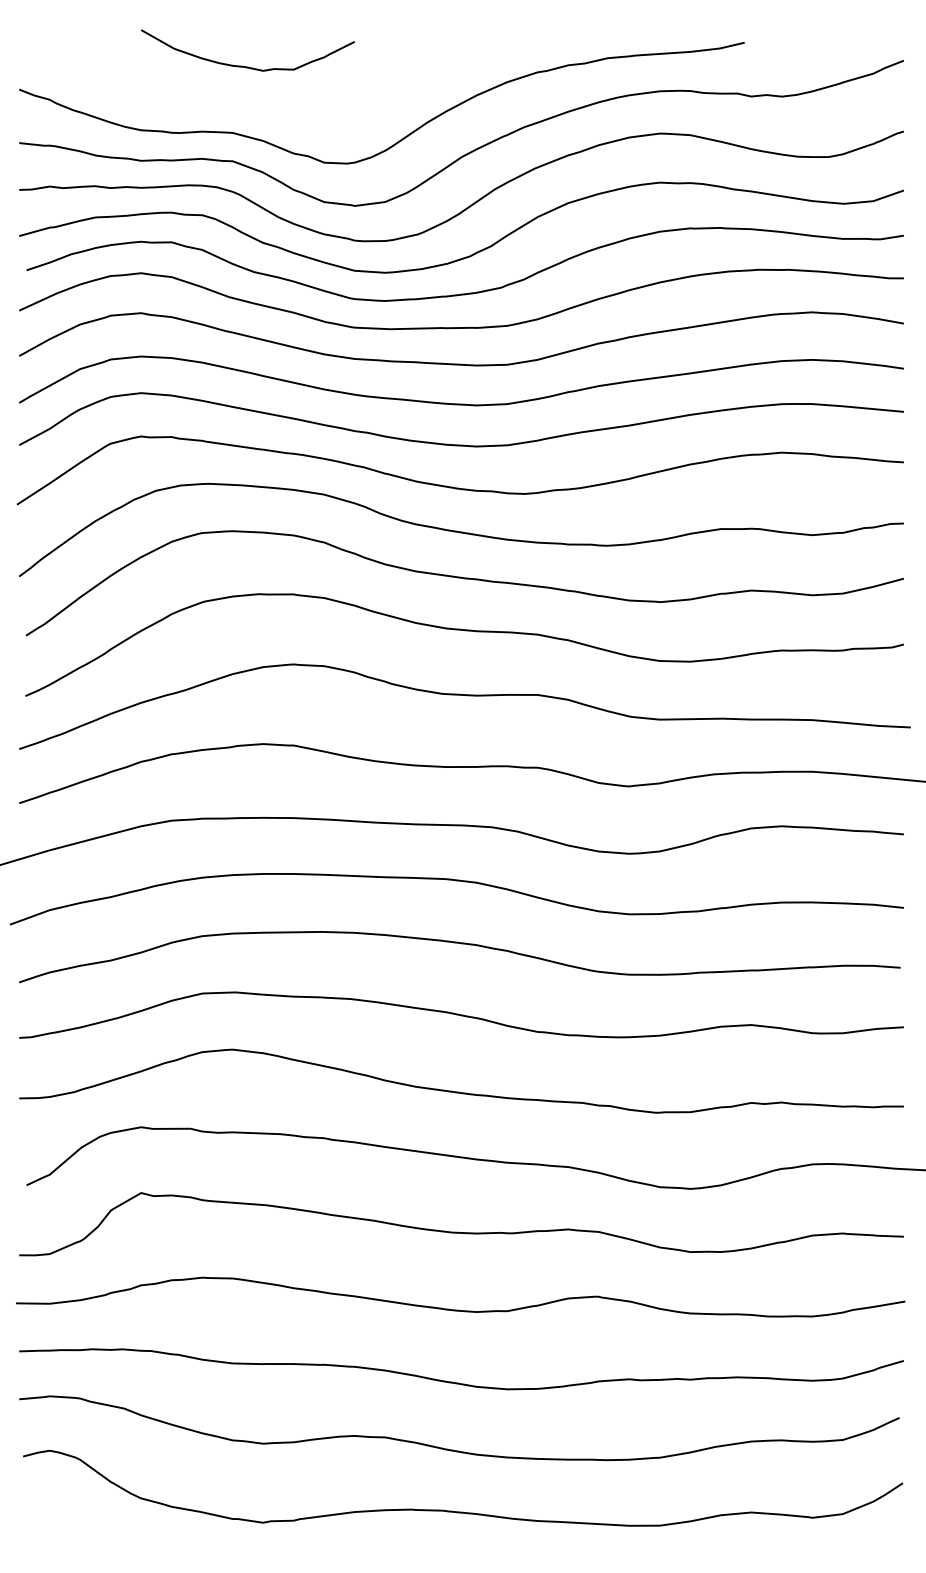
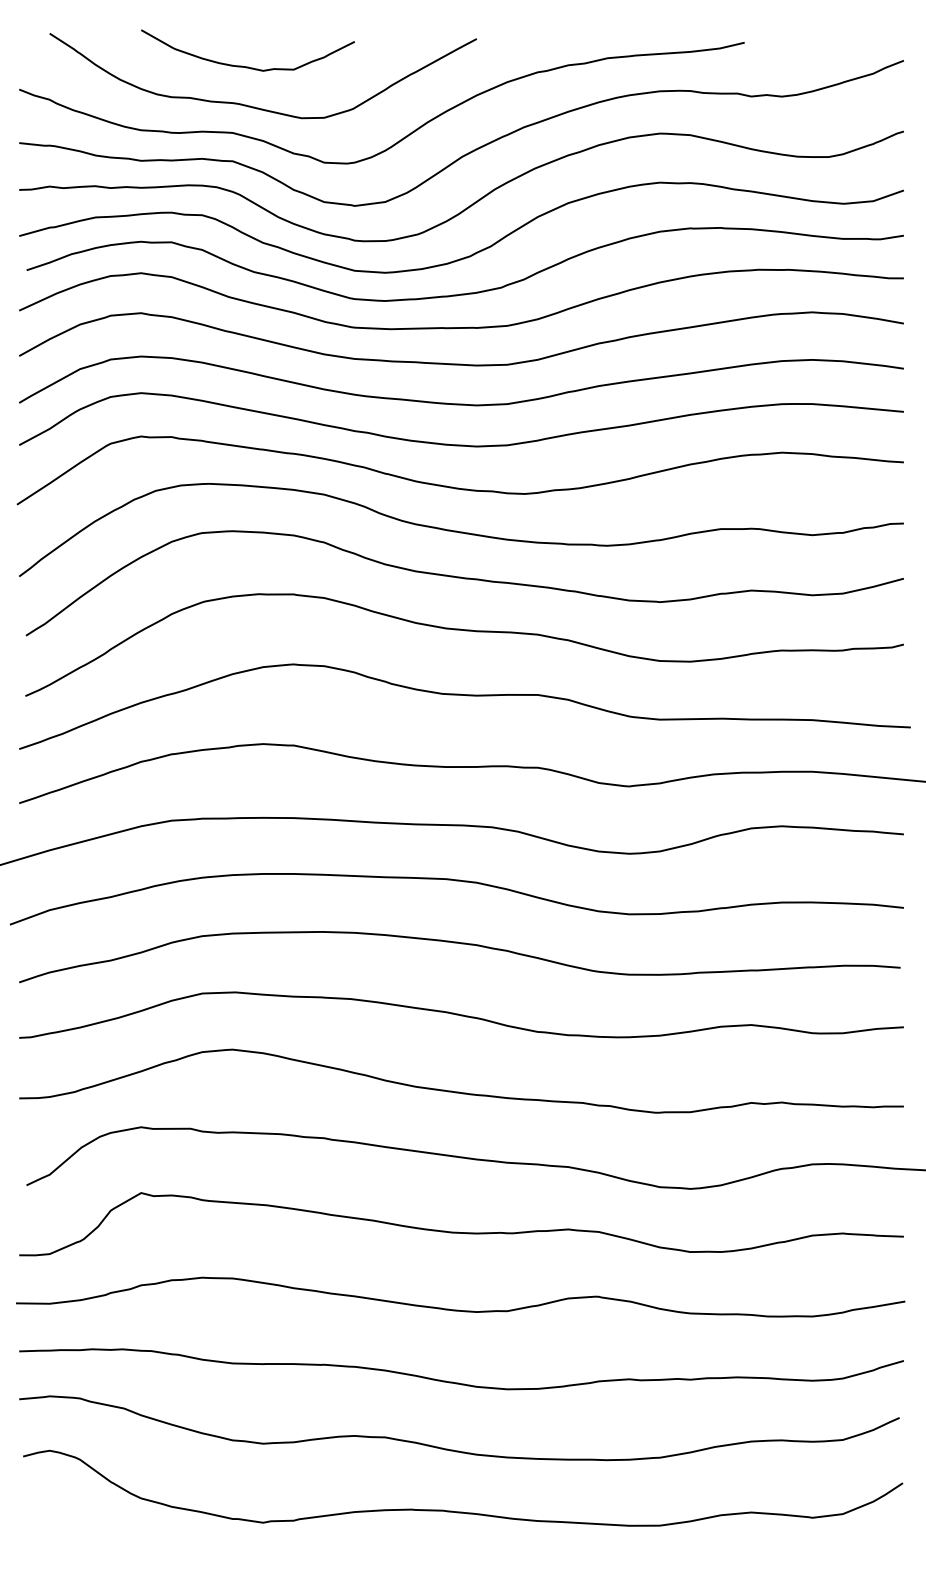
curve at (254, 106): none -> present
